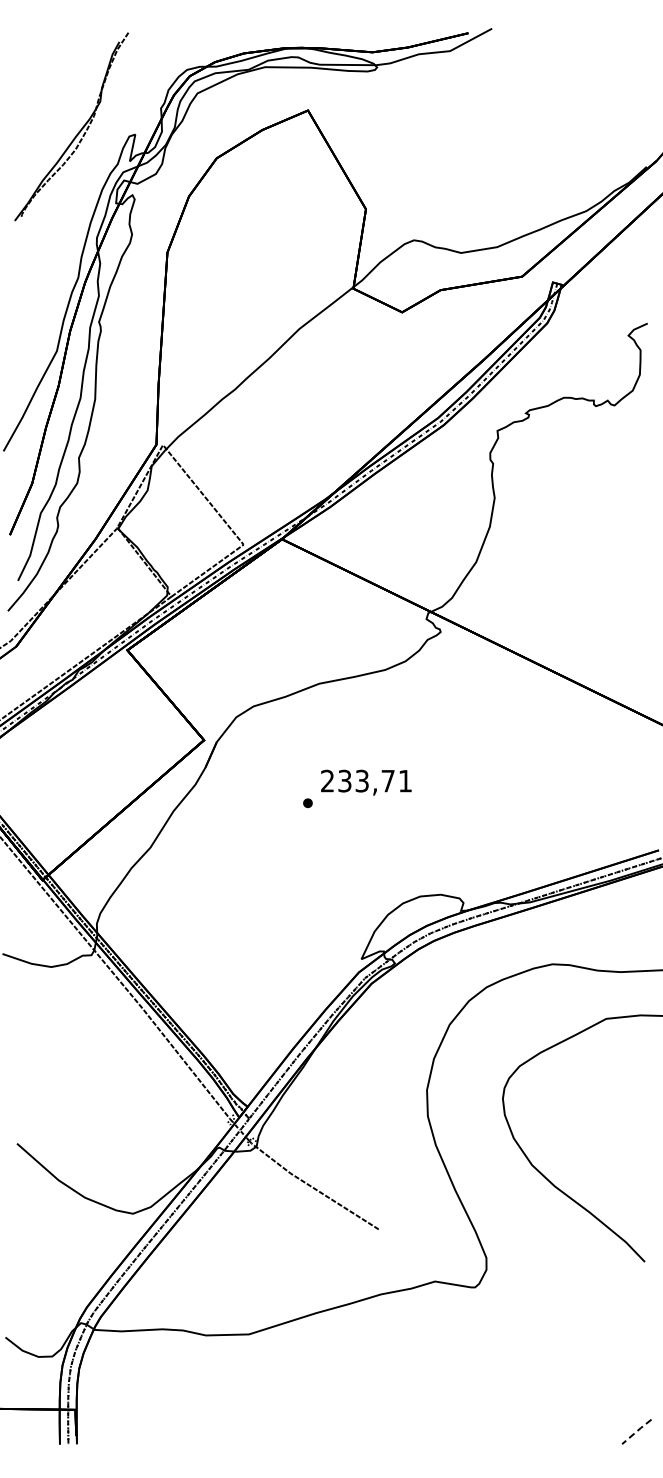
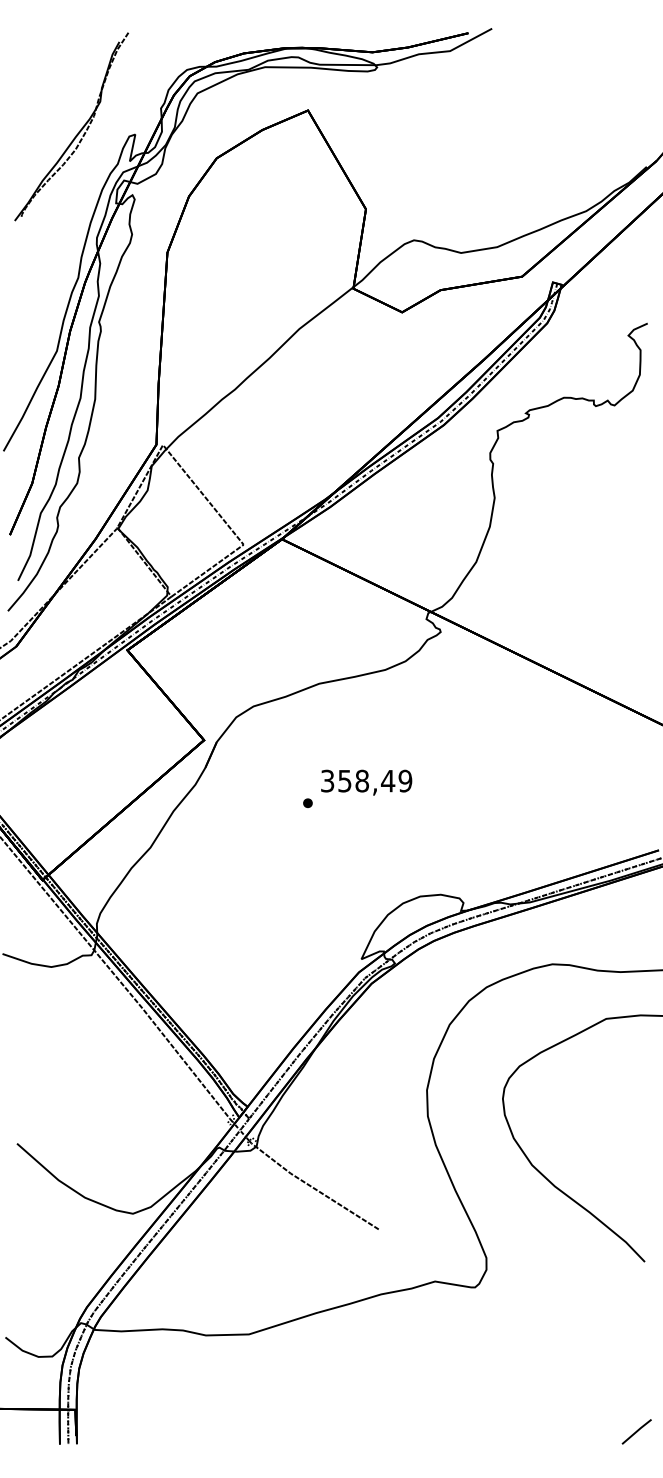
text at (366, 780): 233,71 -> 358,49
line at (637, 1431): dashed -> solid
